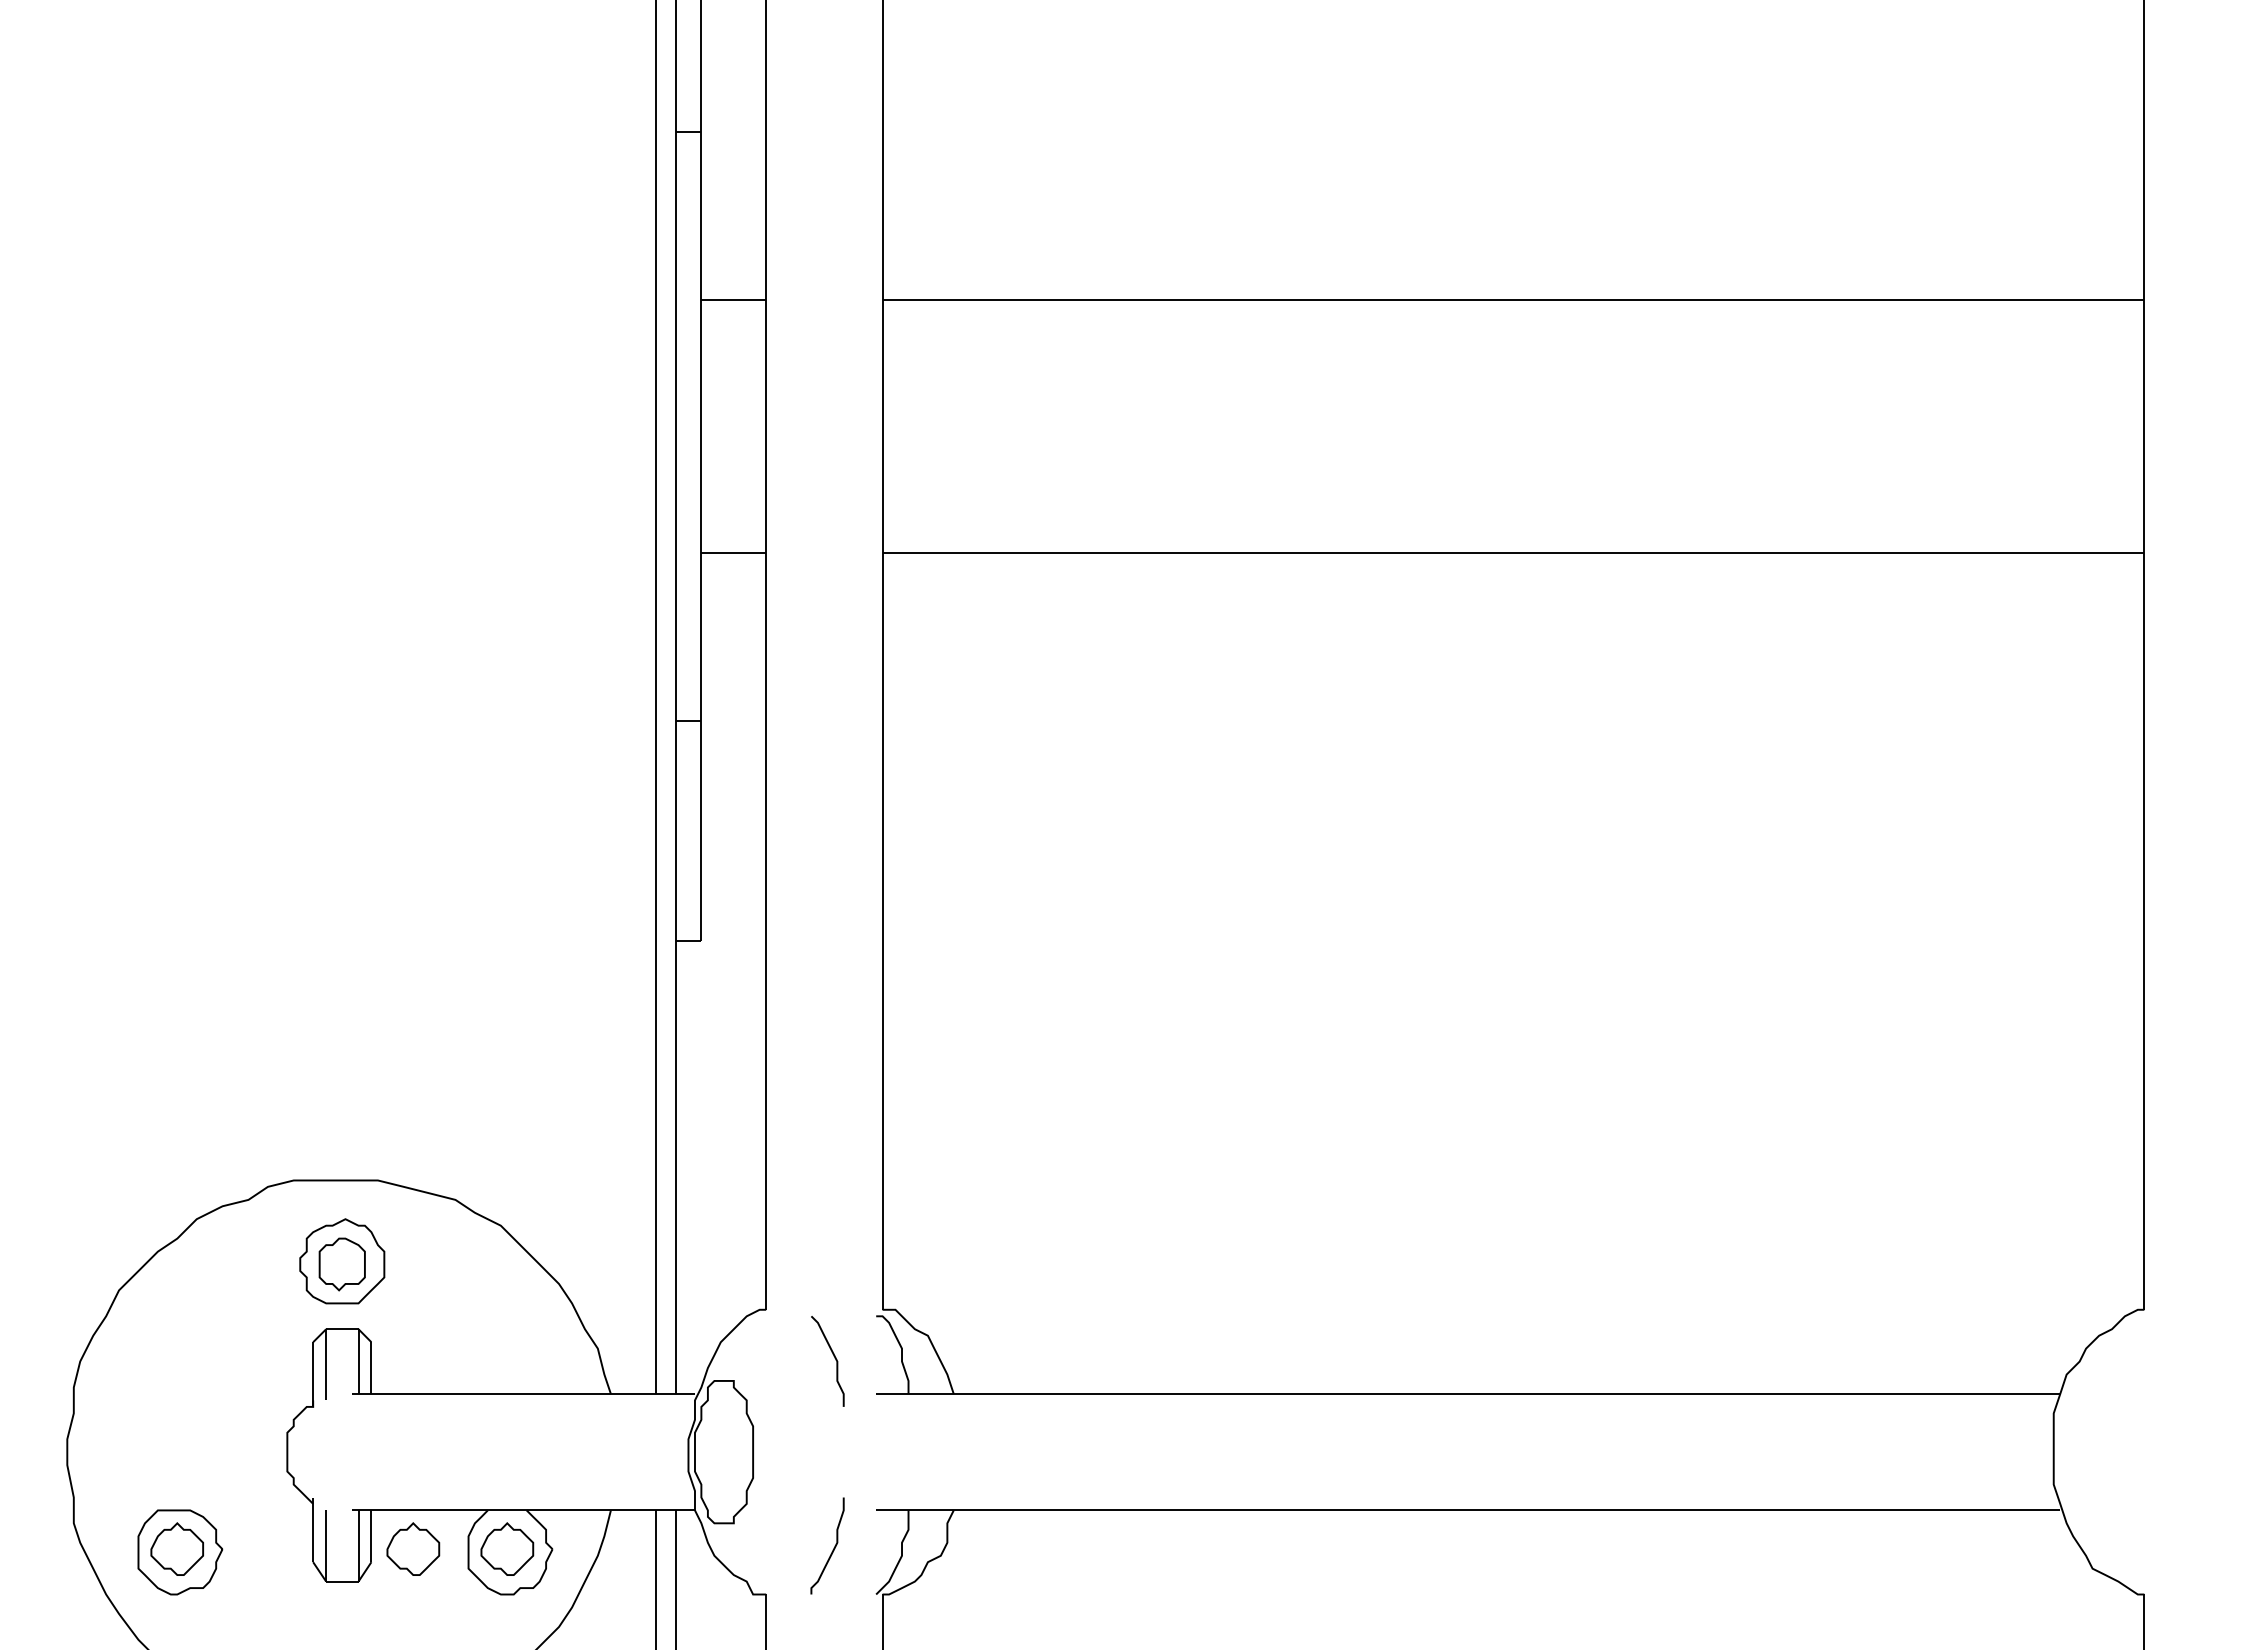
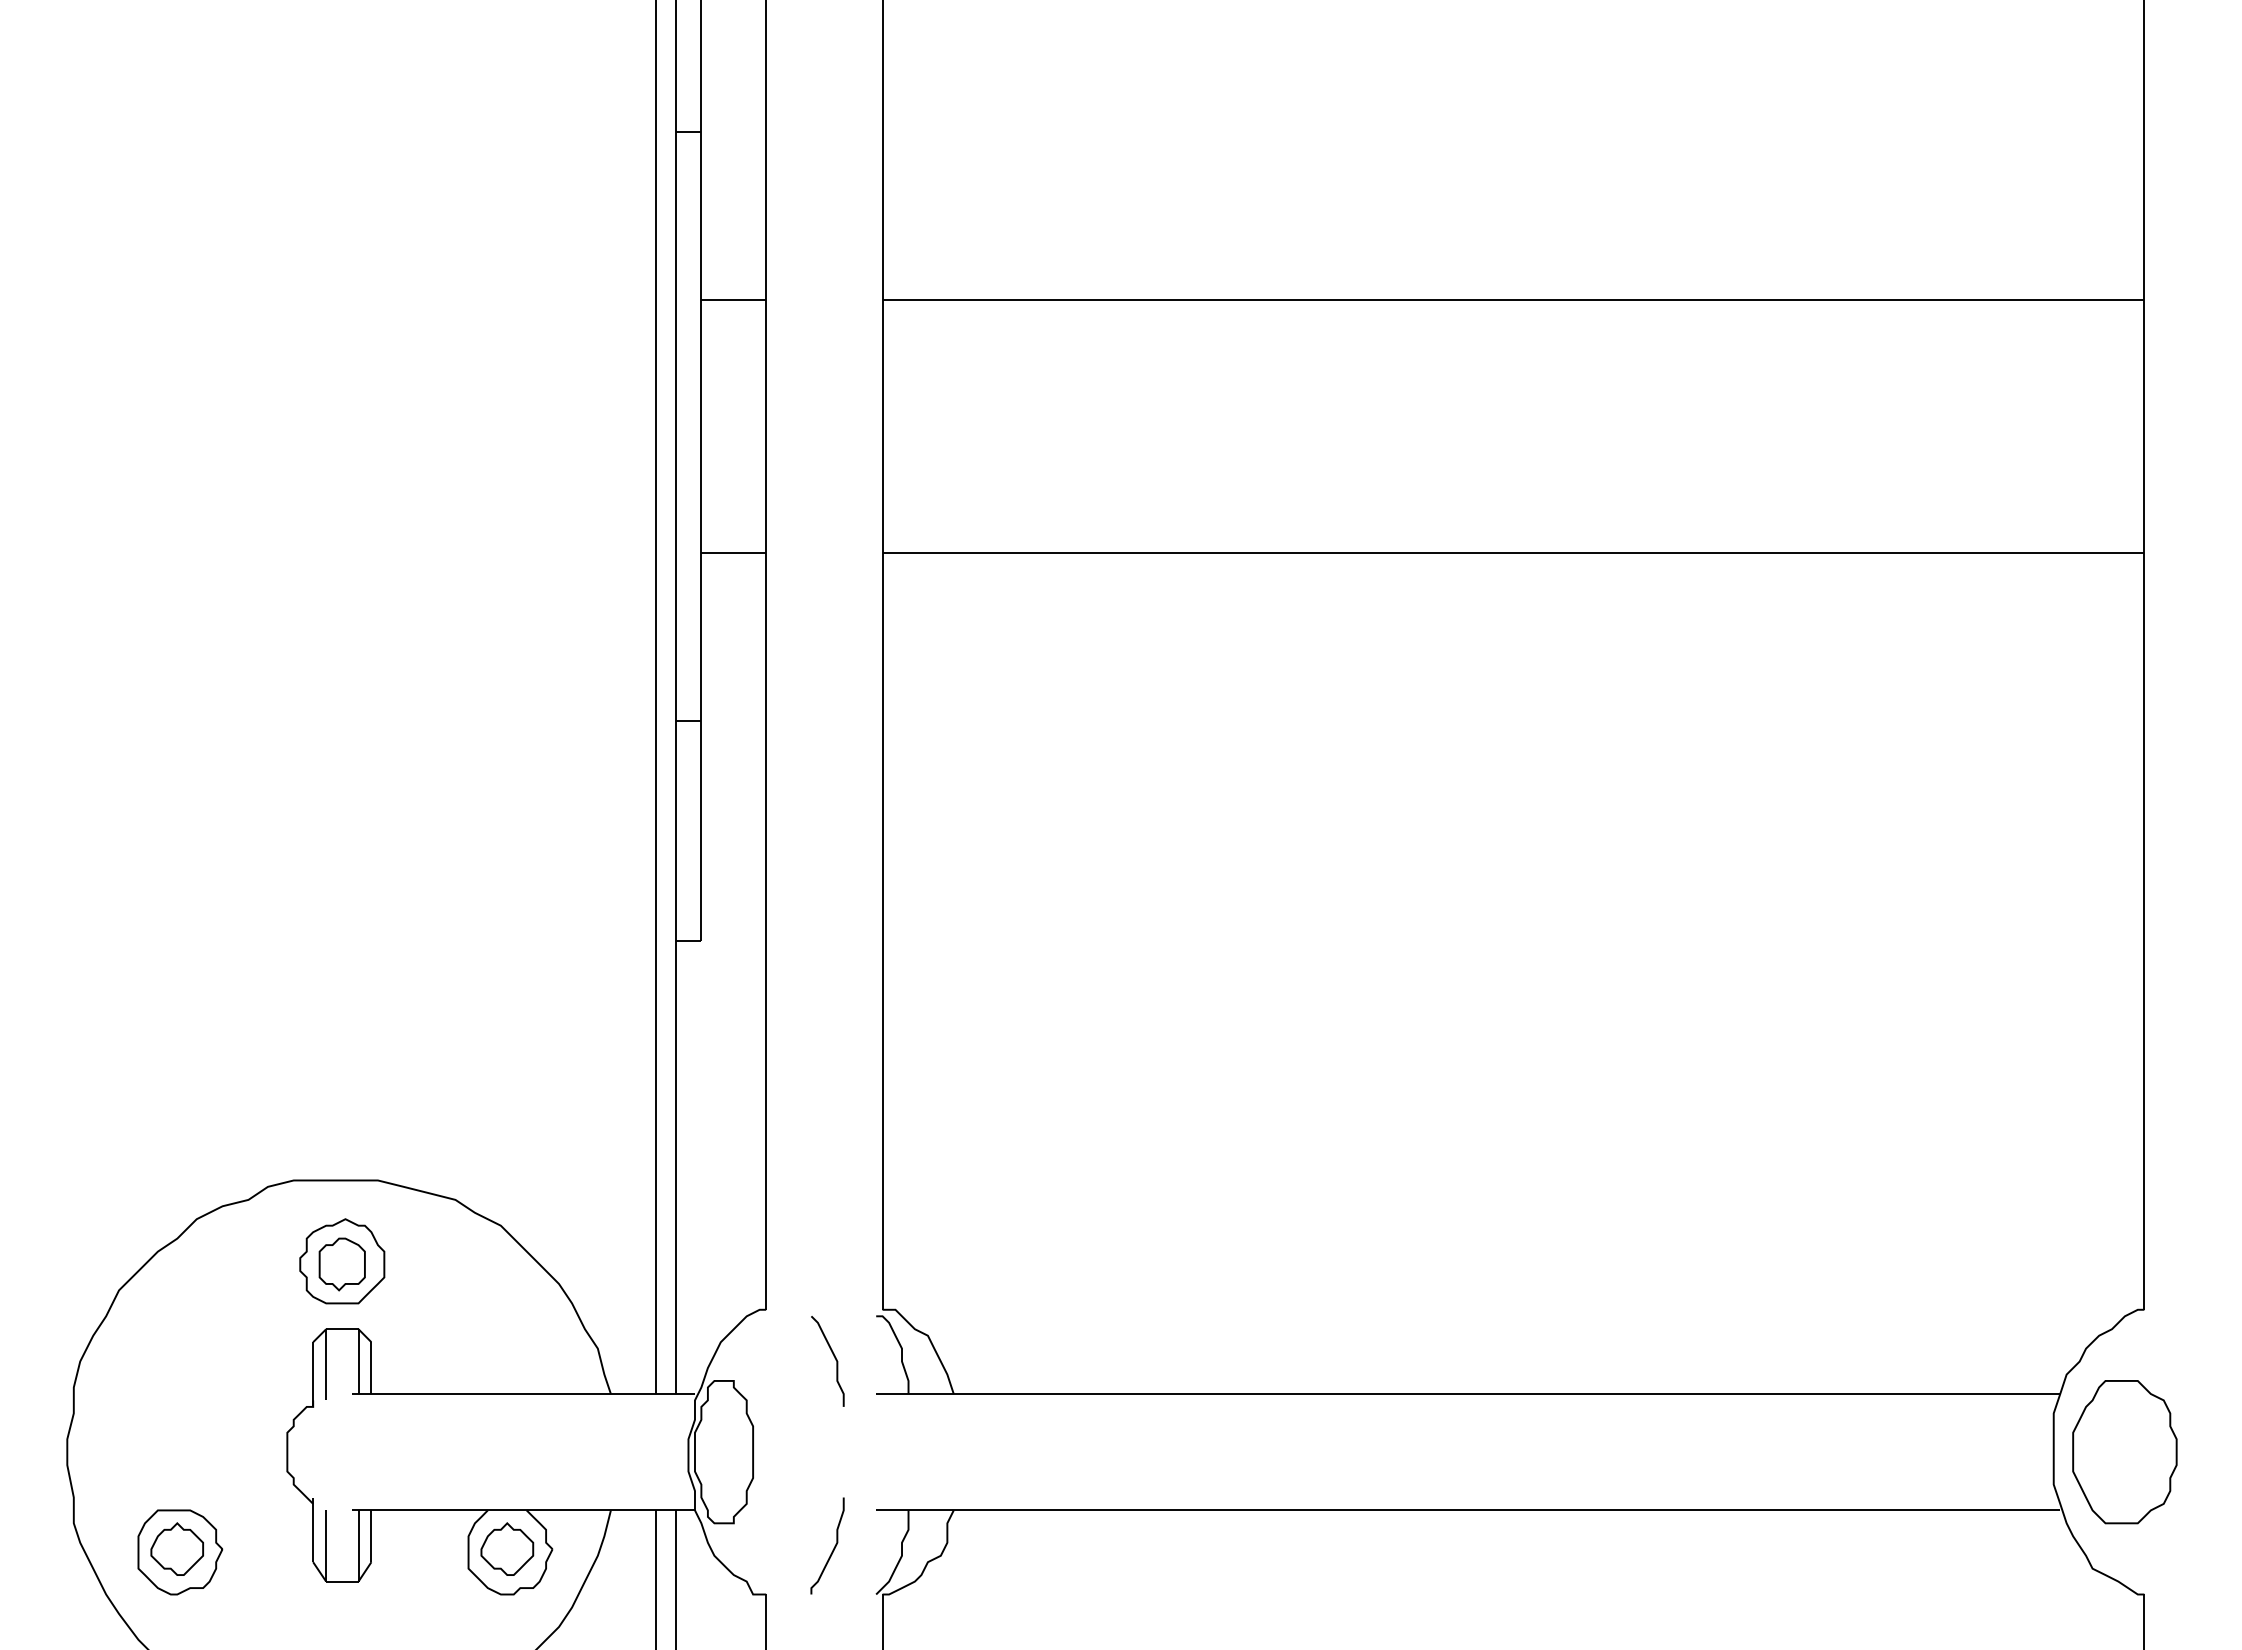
part at (2124, 1452): none -> present
part at (413, 1548): present -> none
